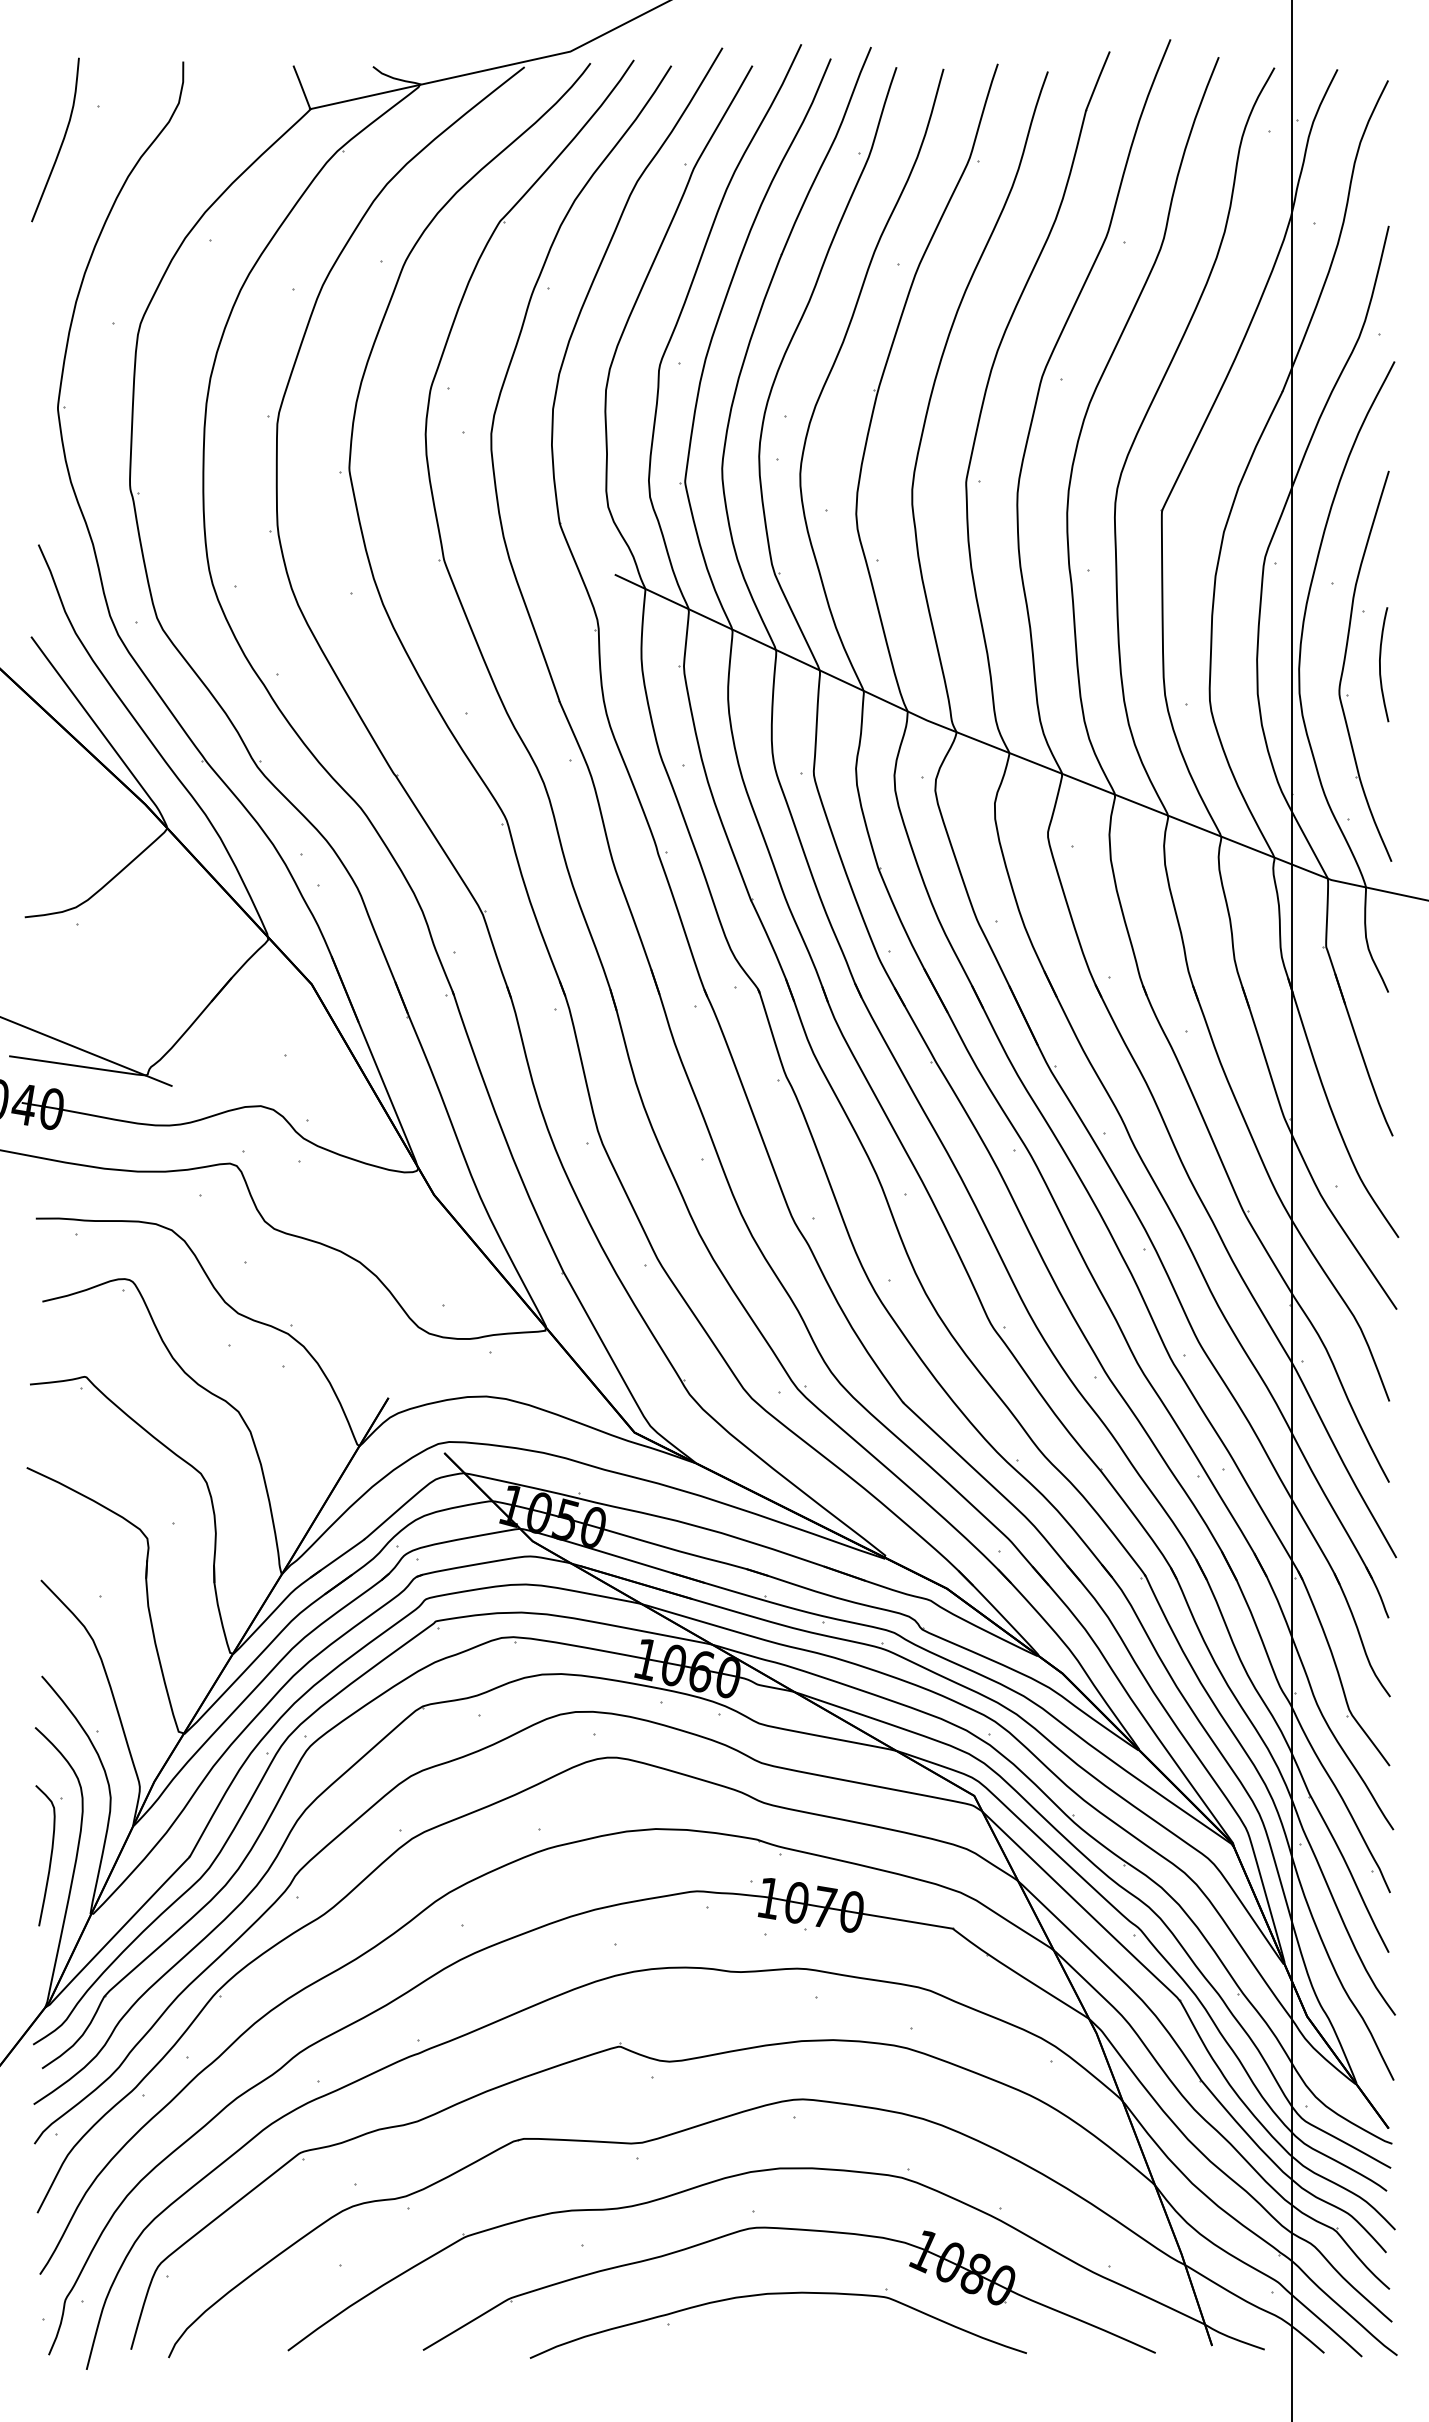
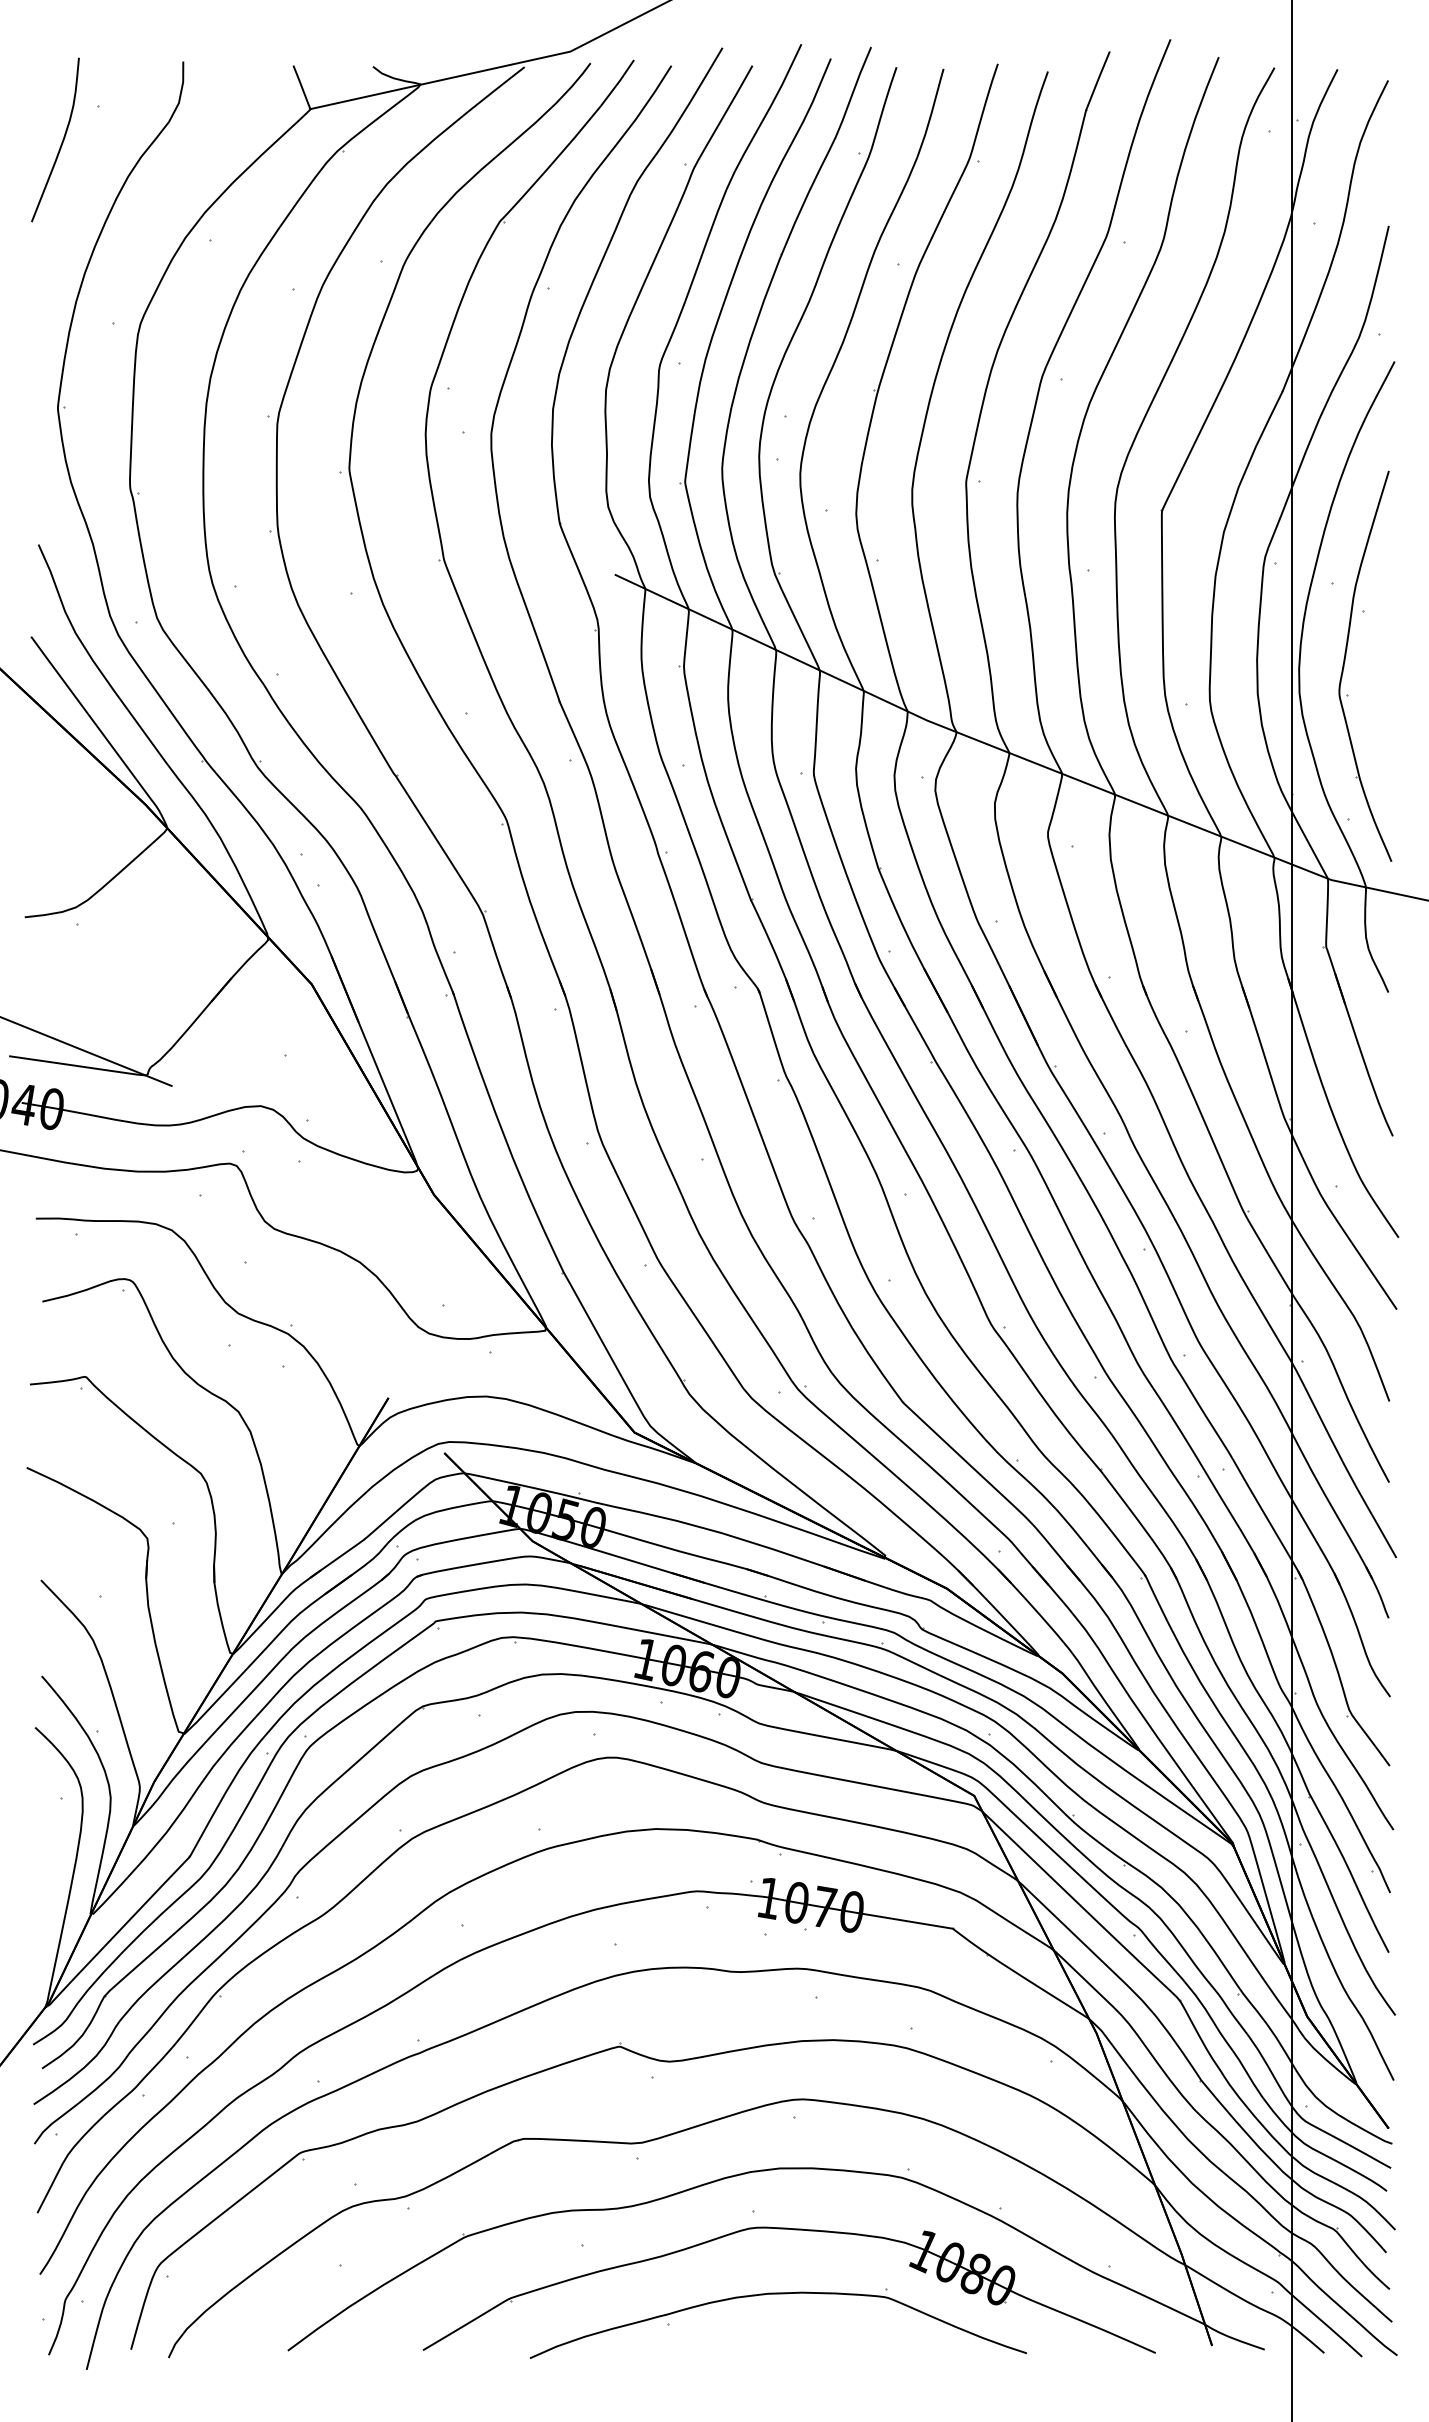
curve at (1380, 664): present -> none
curve at (50, 1855): present -> none
